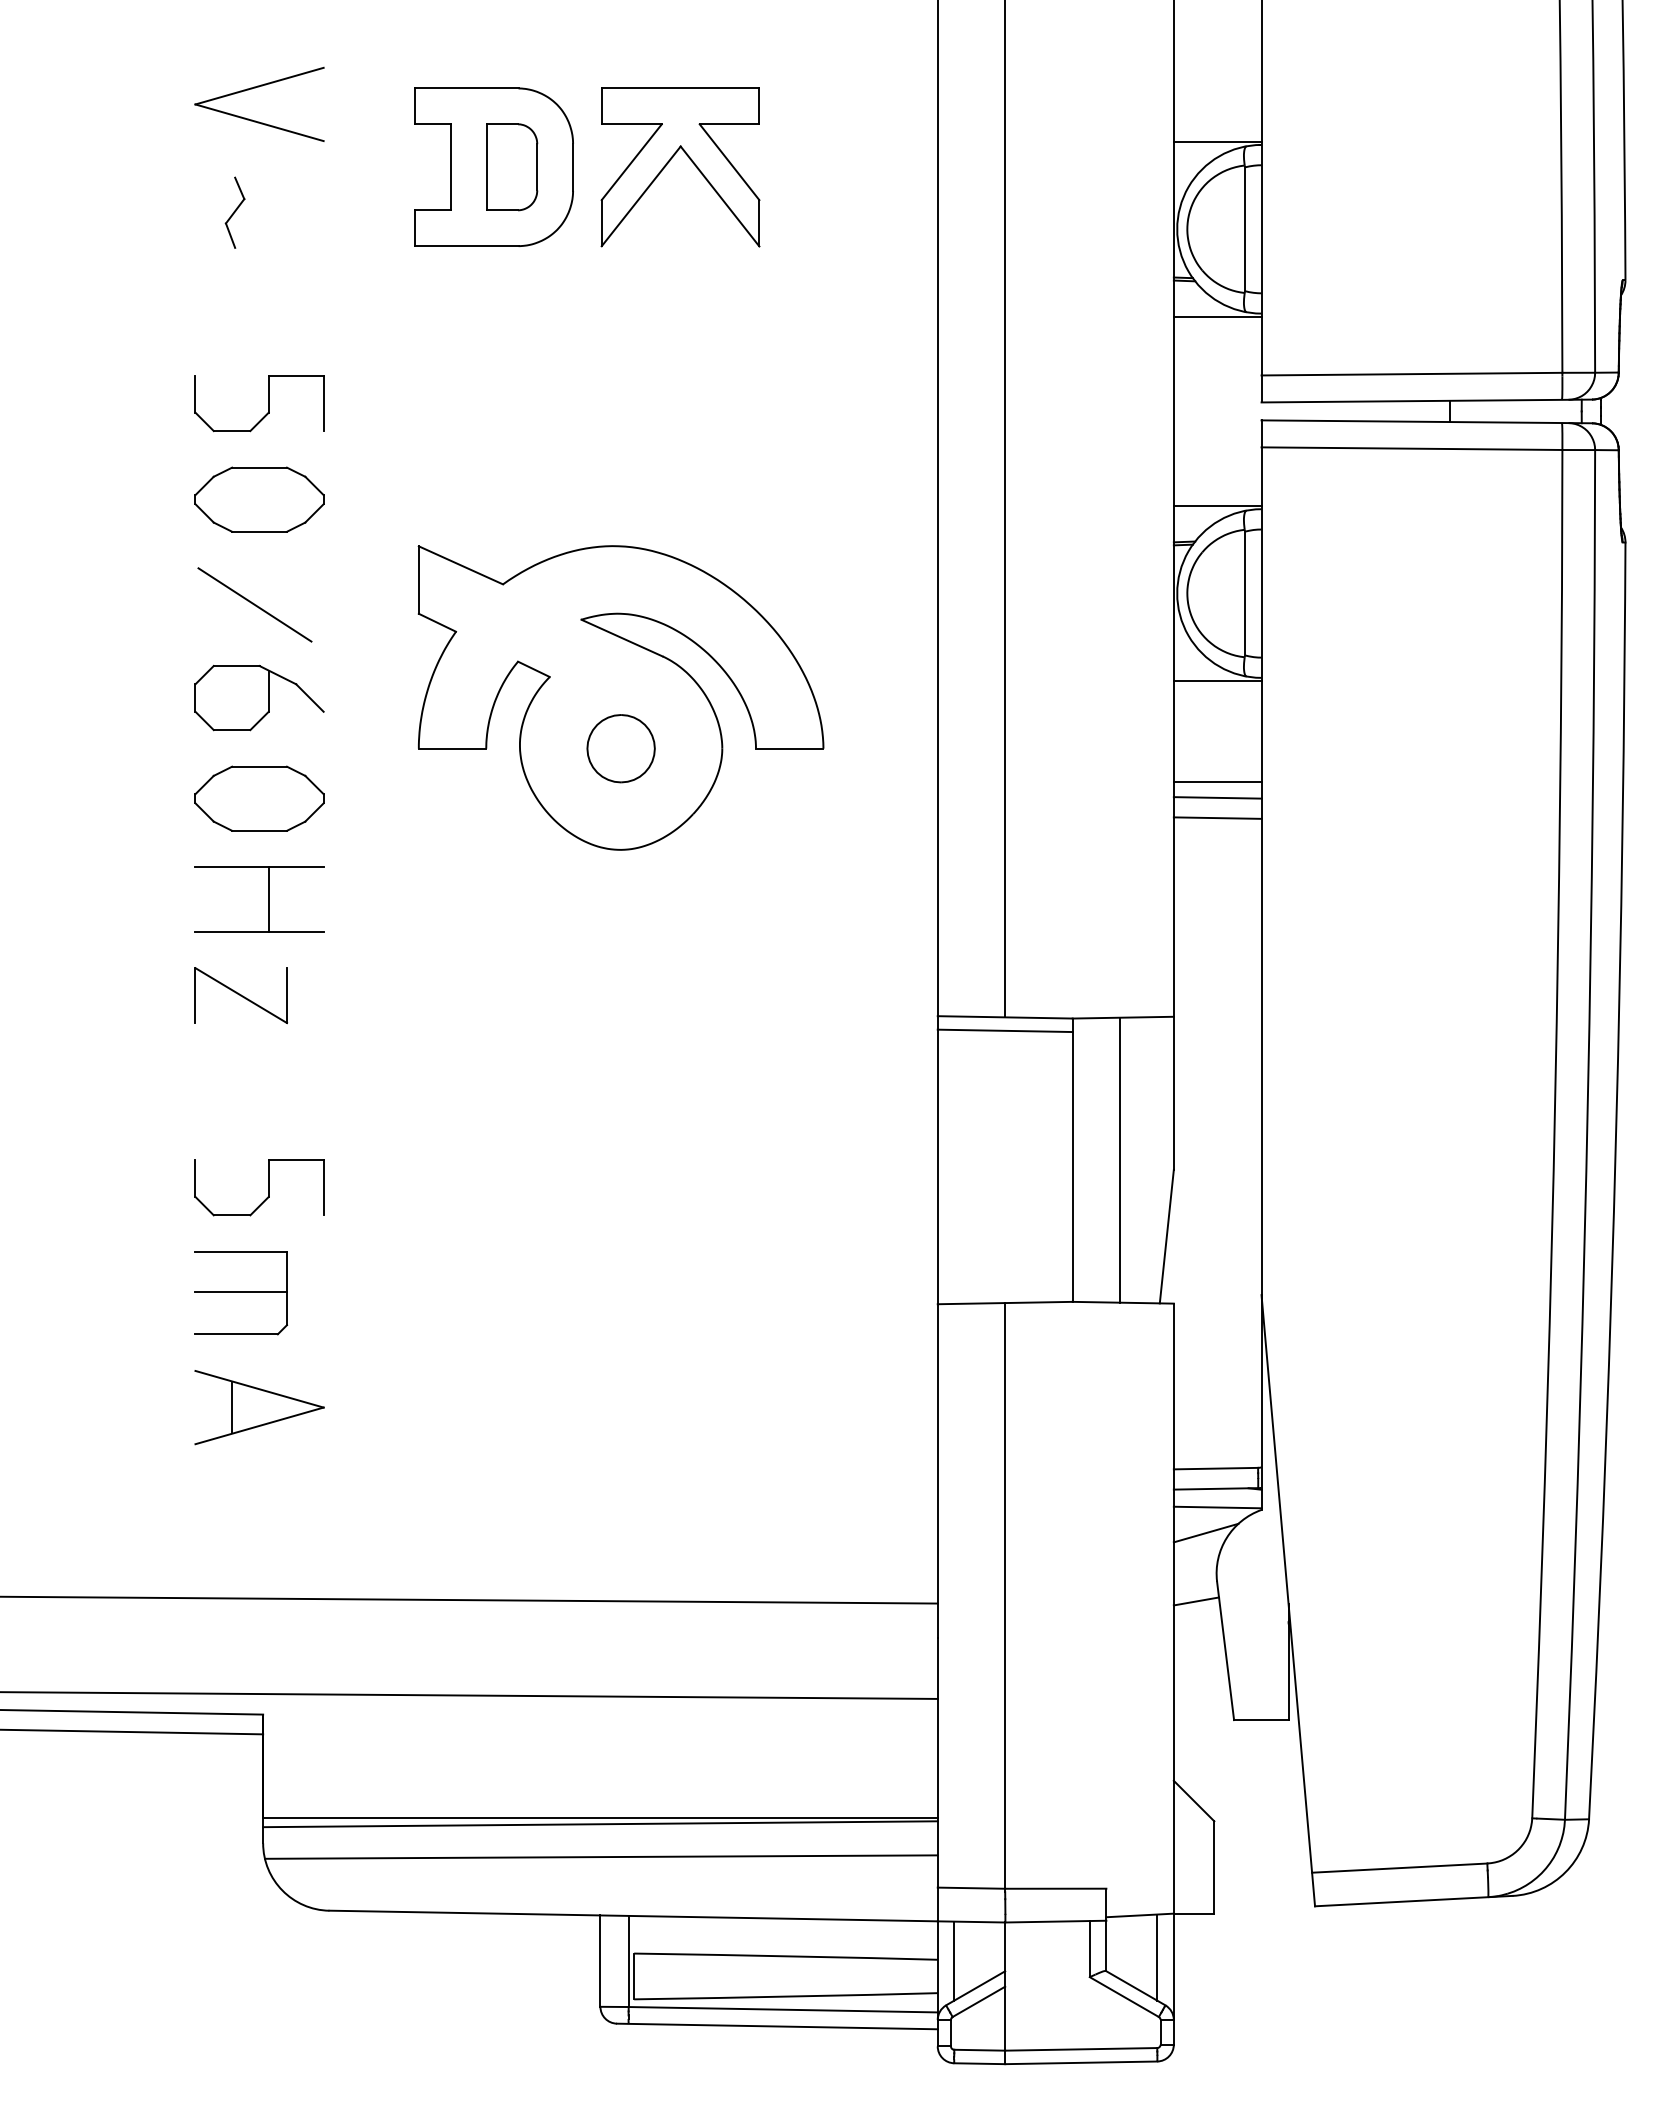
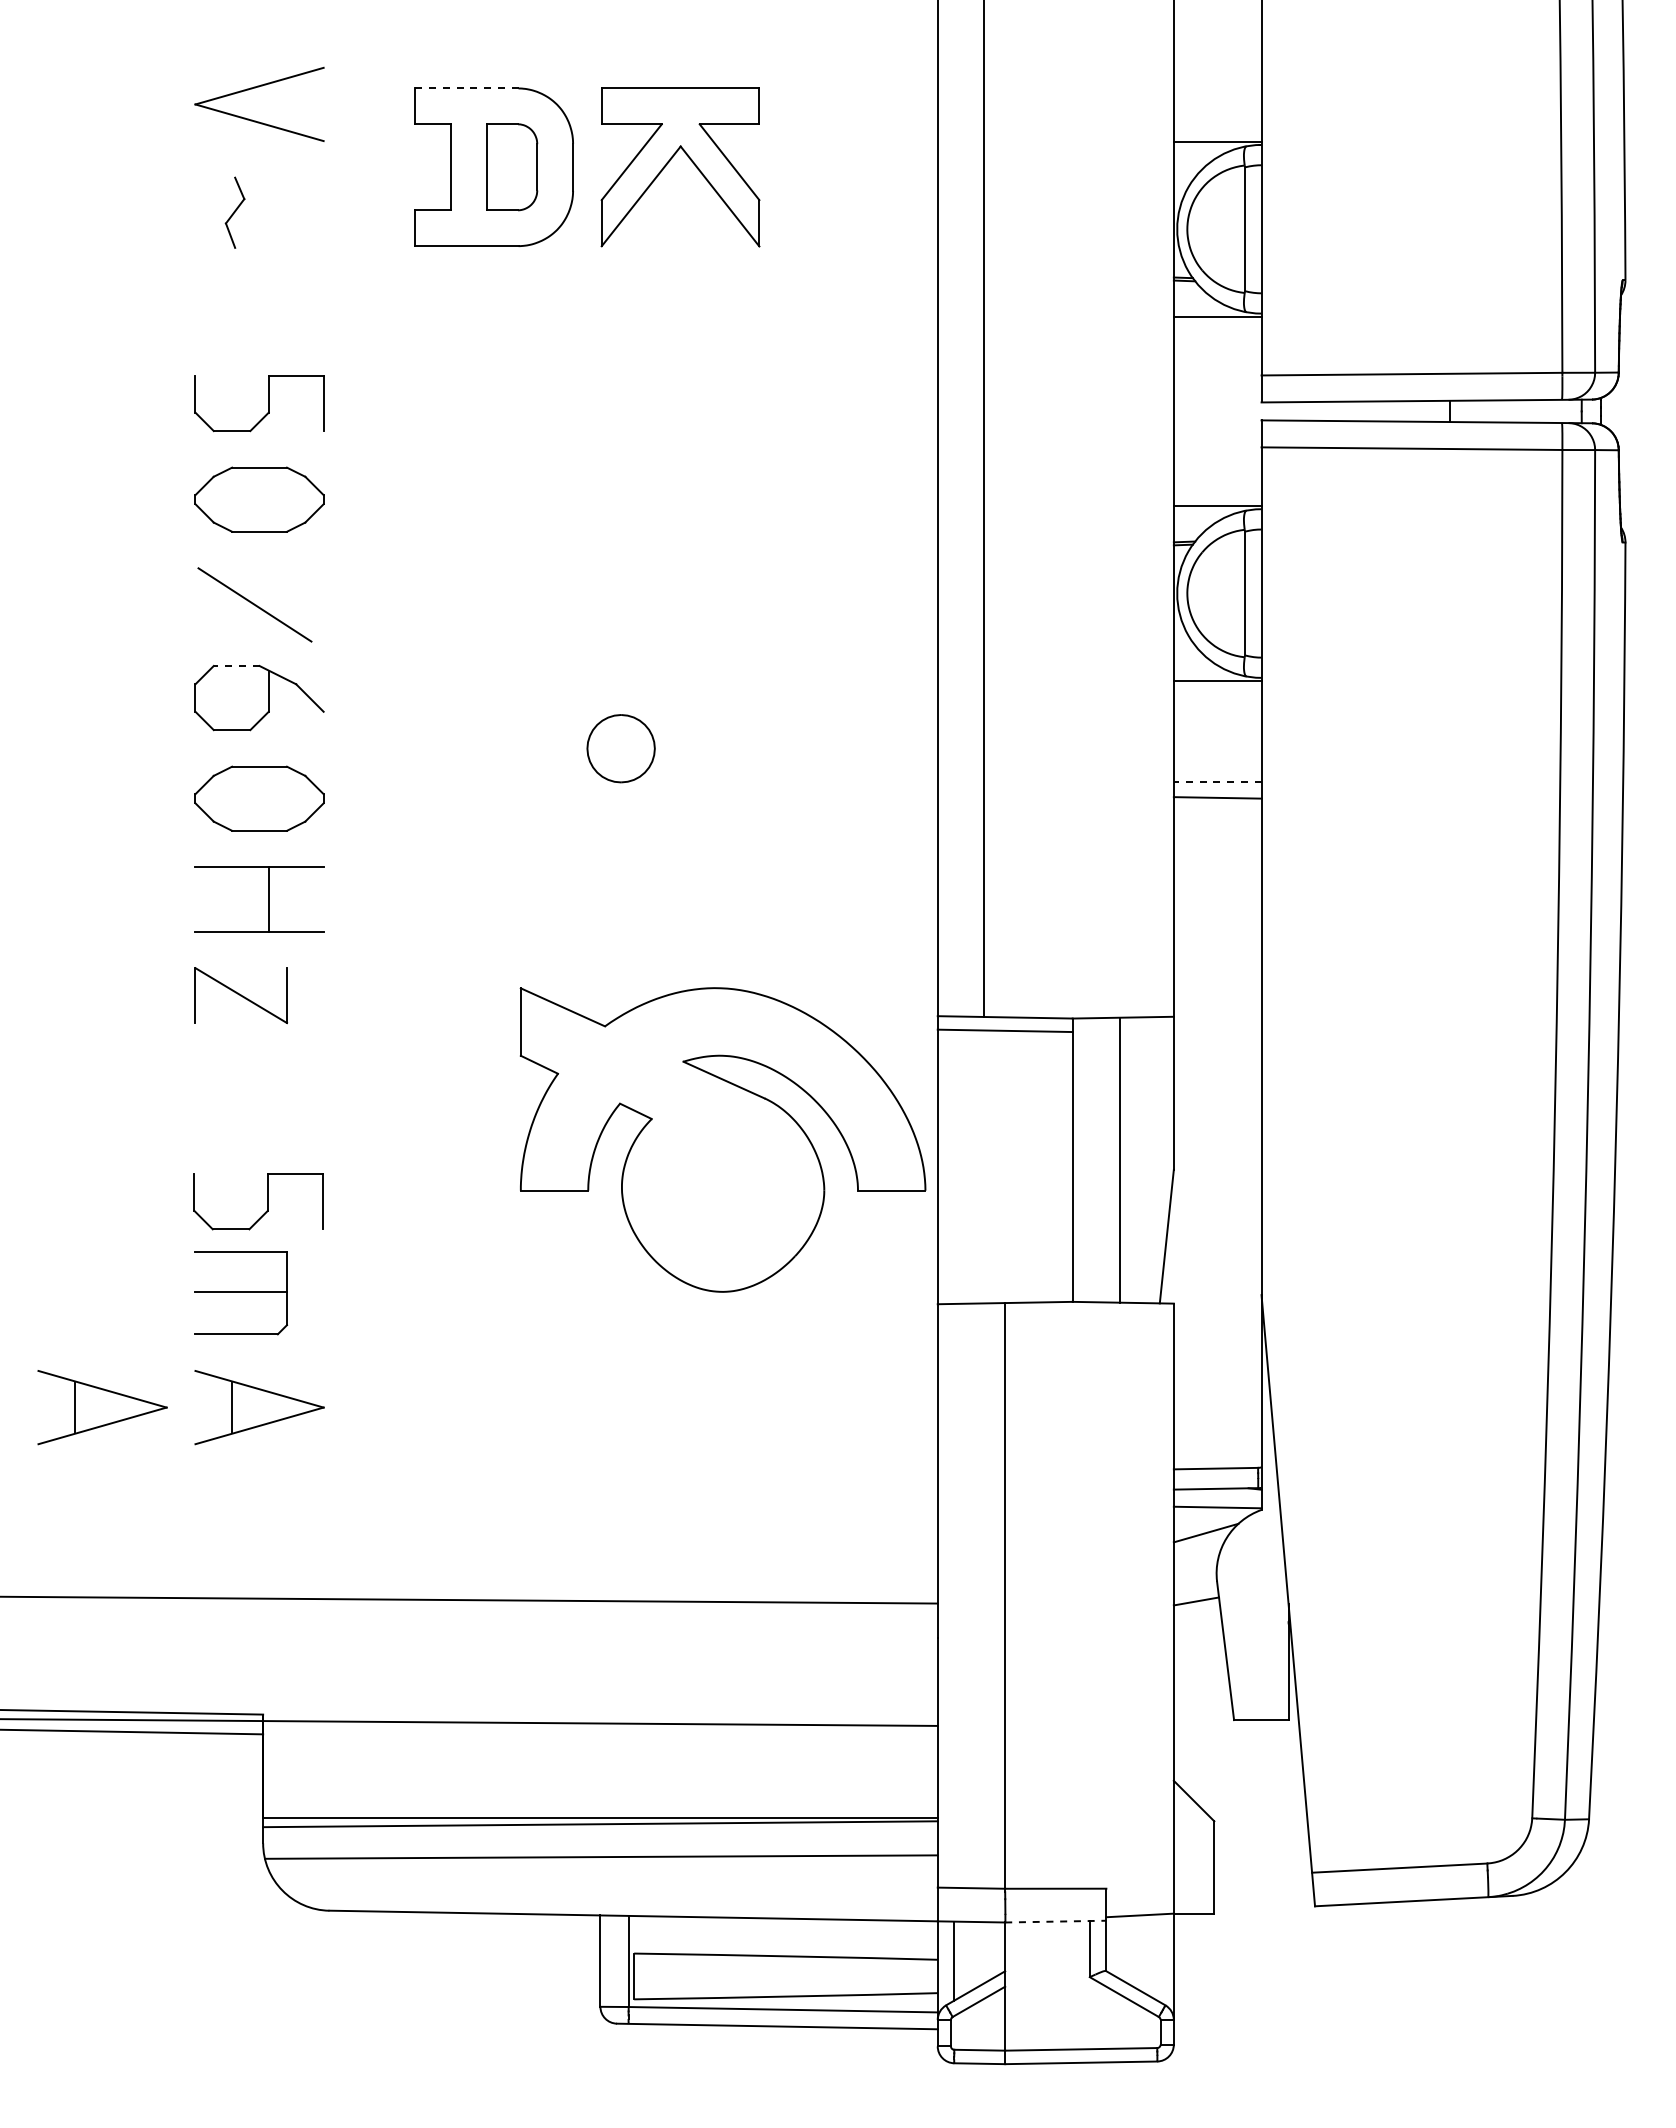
line at (467, 88): solid -> dashed
line at (1005, 509) position: (1005, 509) -> (984, 509)
line at (236, 666): solid -> dashed
part at (620, 697) position: (620, 697) -> (722, 1139)
line at (1217, 782): solid -> dashed
line at (1217, 817): present -> none
part at (268, 1187) position: (268, 1187) -> (267, 1201)
part at (102, 1407): none -> present
line at (469, 1695) position: (469, 1695) -> (469, 1722)
line at (1055, 1921): solid -> dashed
line at (1157, 1957): present -> none
